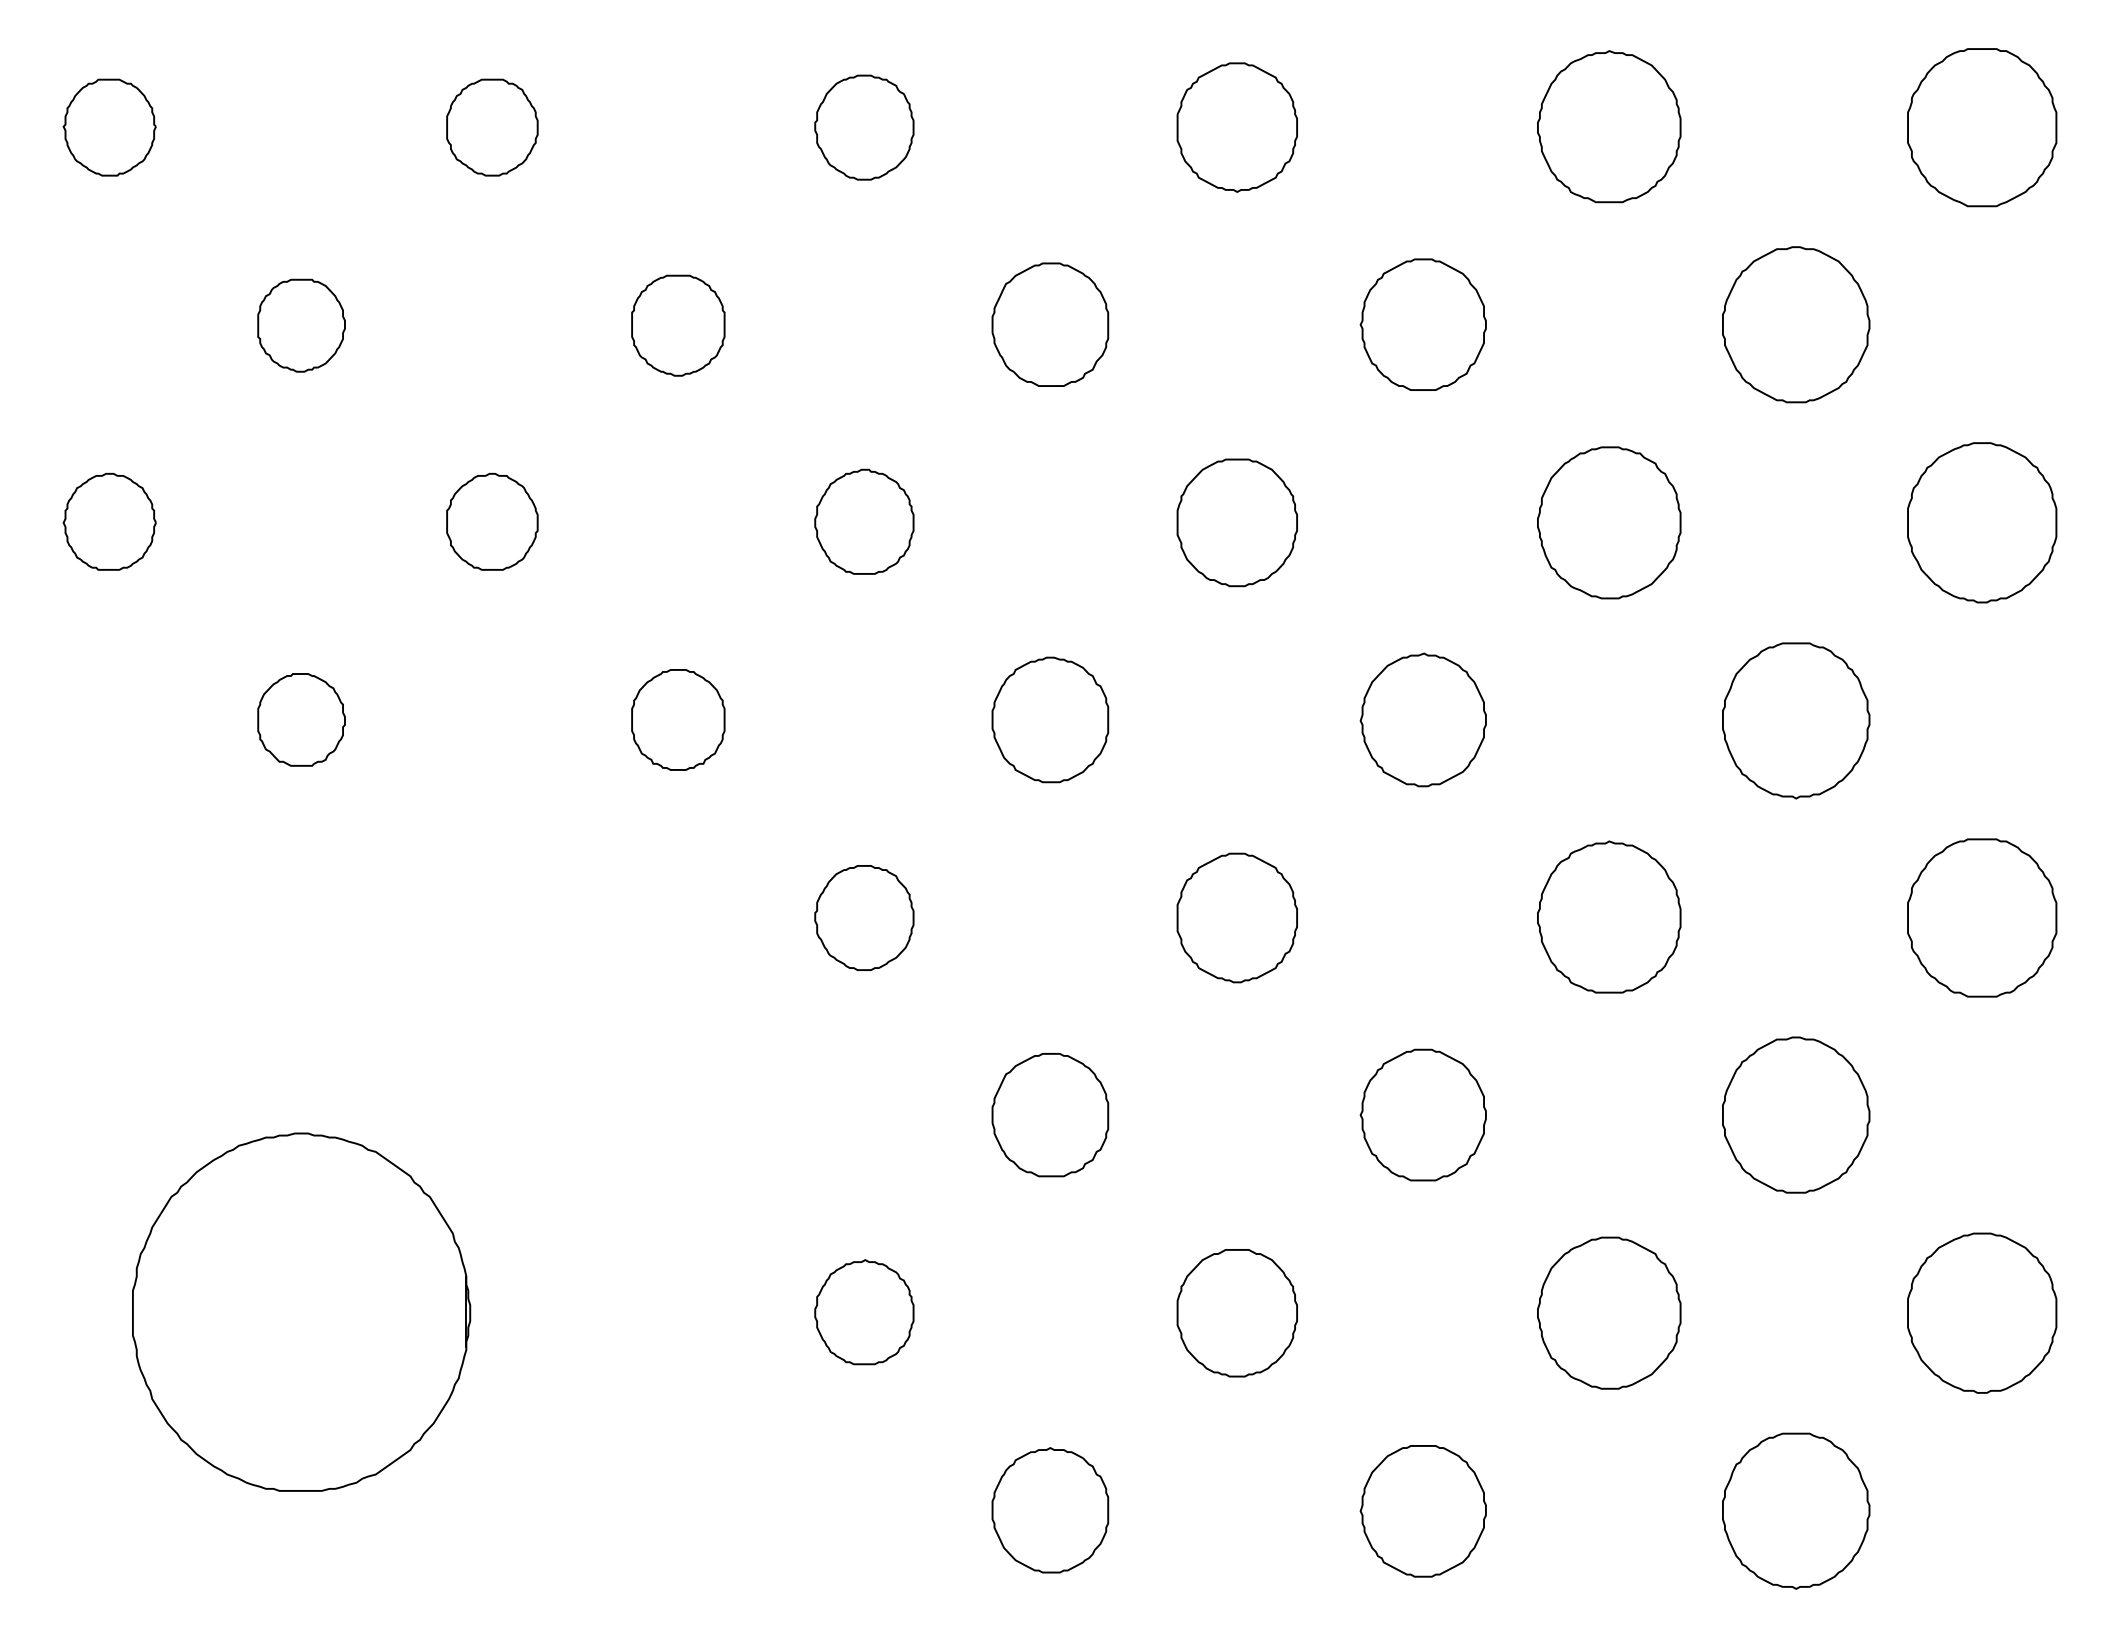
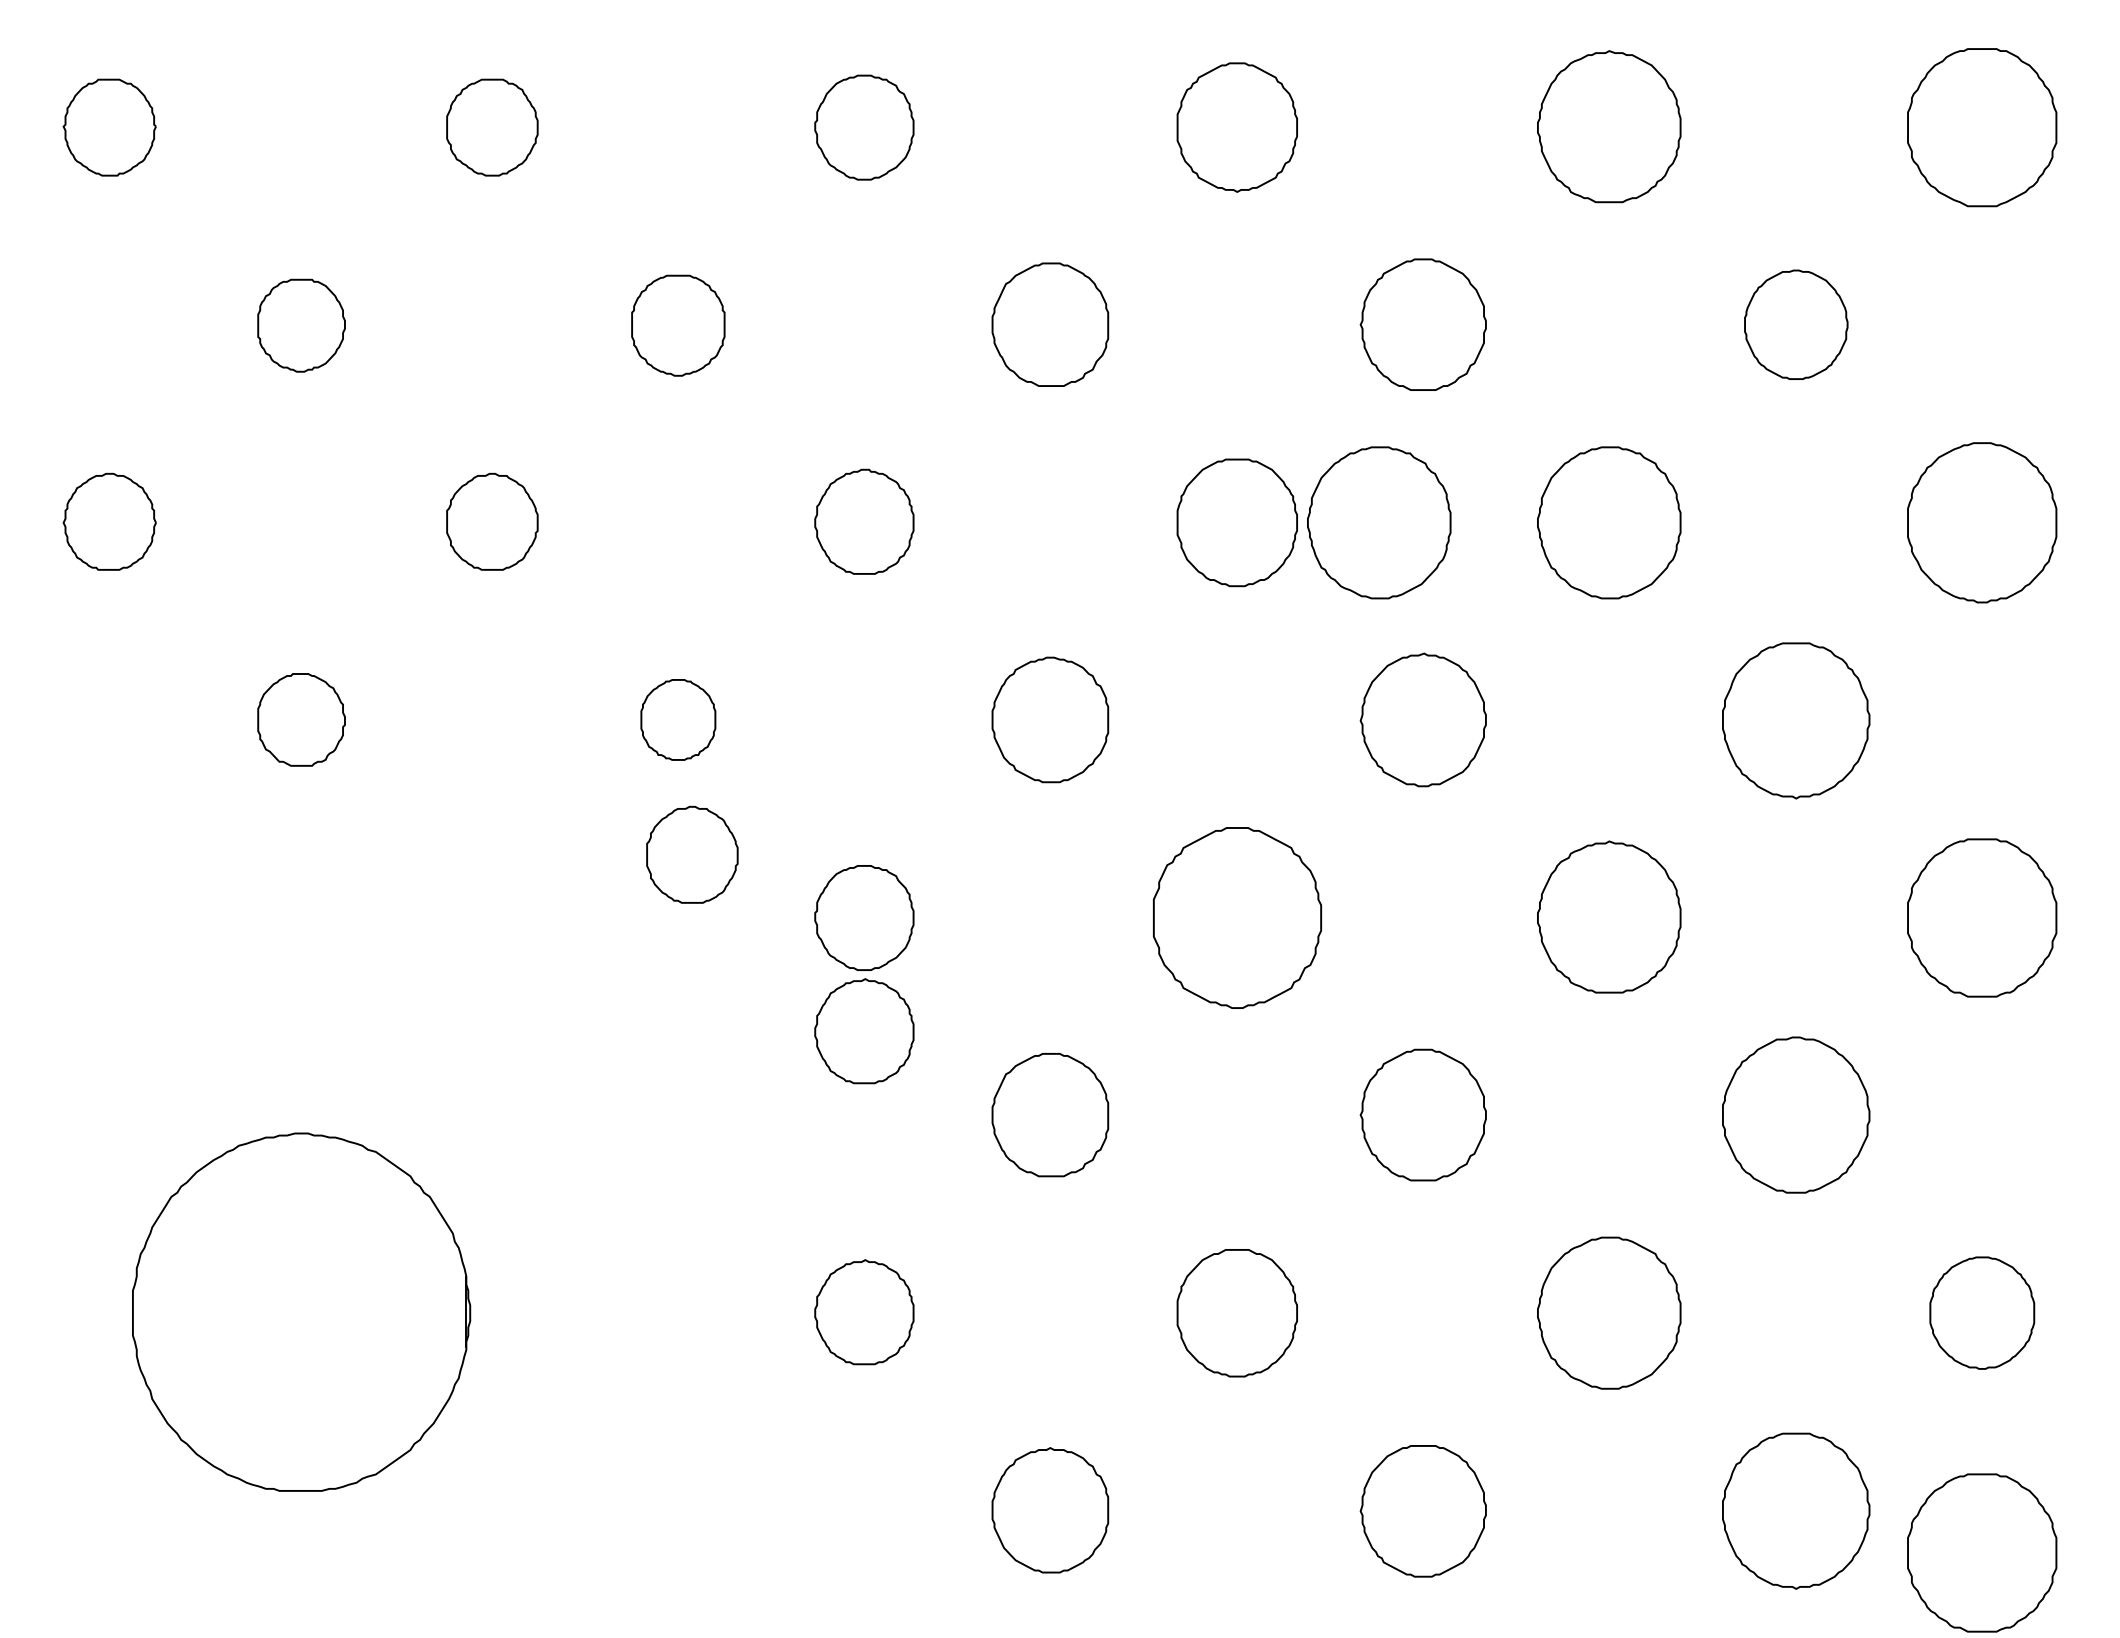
part at (1796, 324) size: 149x158 px -> 105x111 px
part at (1379, 522): none -> present
part at (678, 719) size: 95x102 px -> 77x82 px
part at (692, 854): none -> present
part at (1236, 917) size: 122x132 px -> 170x182 px
part at (864, 1031): none -> present
part at (1982, 1312) size: 151x162 px -> 107x114 px
part at (1982, 1552): none -> present
